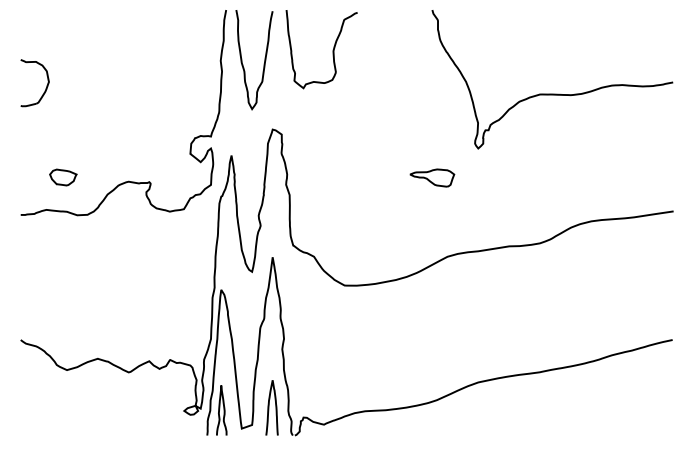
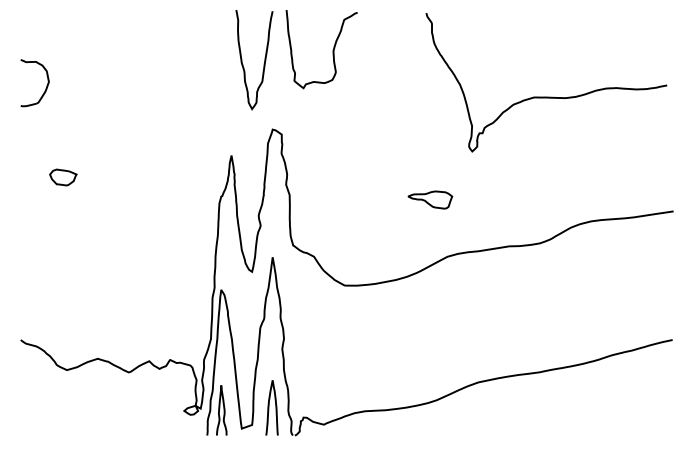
curve at (552, 93) position: (552, 93) -> (546, 96)
part at (432, 177) position: (432, 177) -> (430, 199)
curve at (128, 180): present -> none
